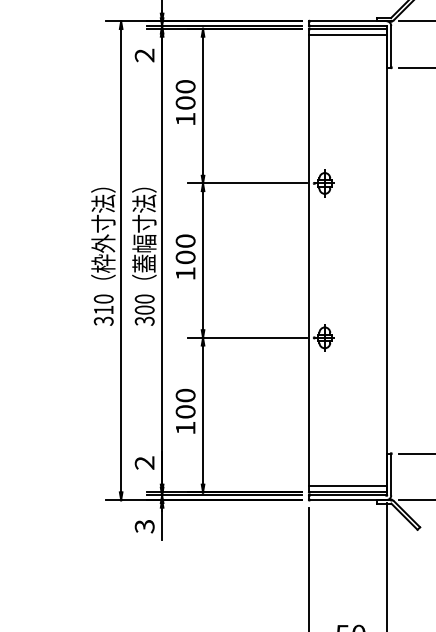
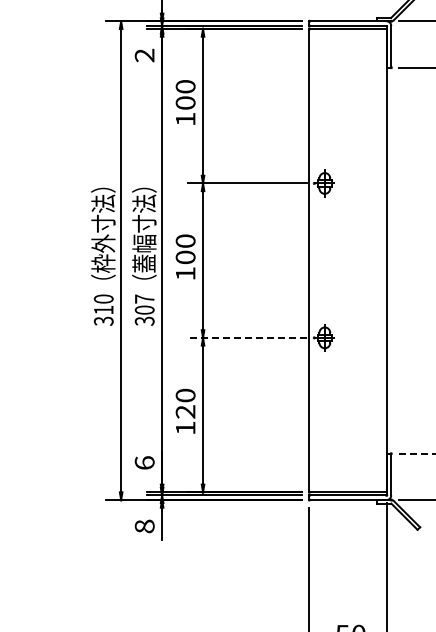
line at (347, 35): present -> none
text at (144, 298): 300 -> 307
line at (247, 337): solid -> dashed
text at (185, 411): 100 -> 120
line at (417, 453): solid -> dashed
text at (144, 462): 2 -> 6
line at (347, 486): present -> none
text at (144, 526): 3 -> 8
